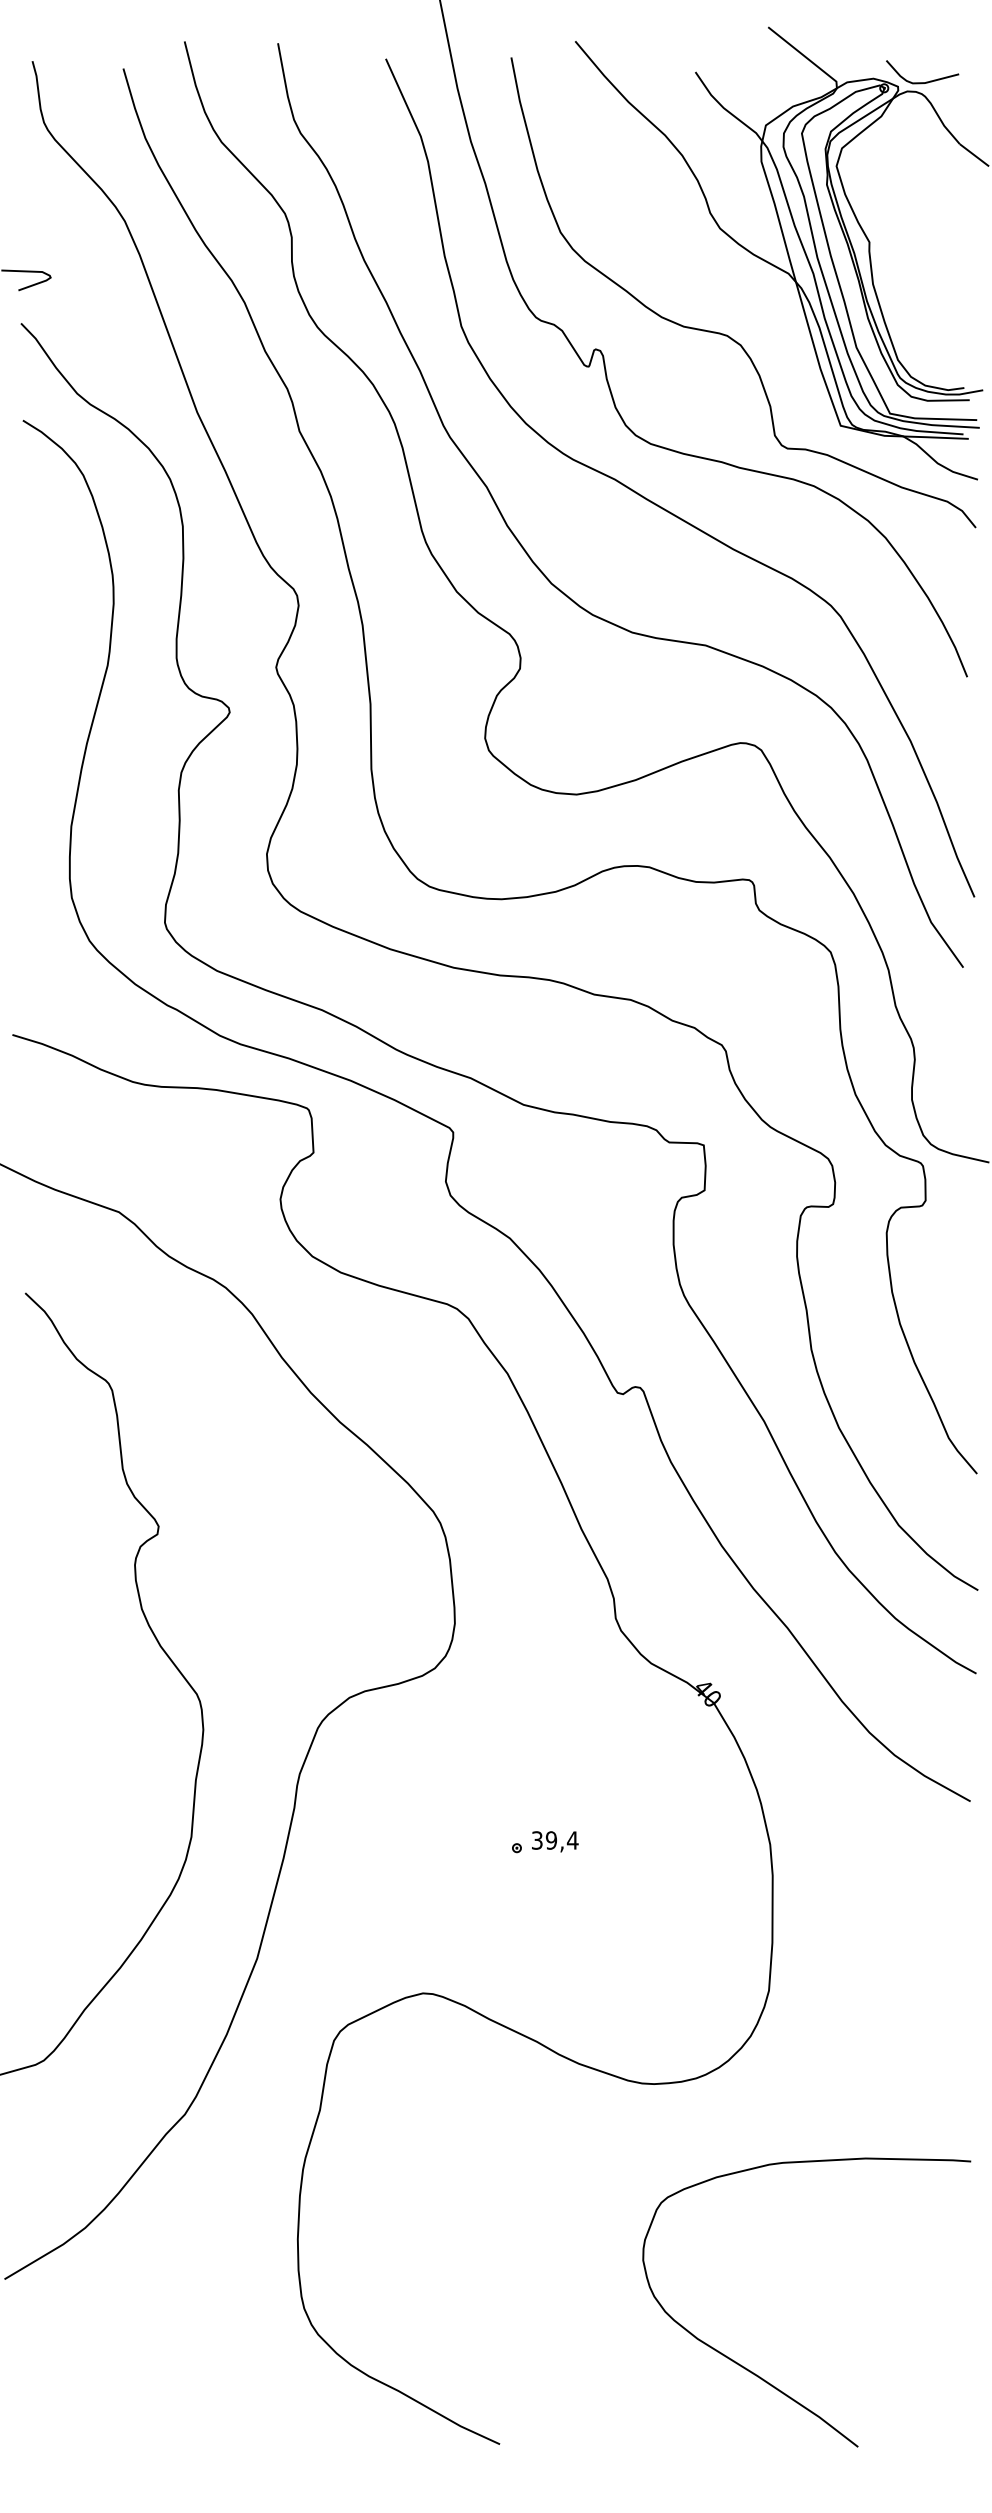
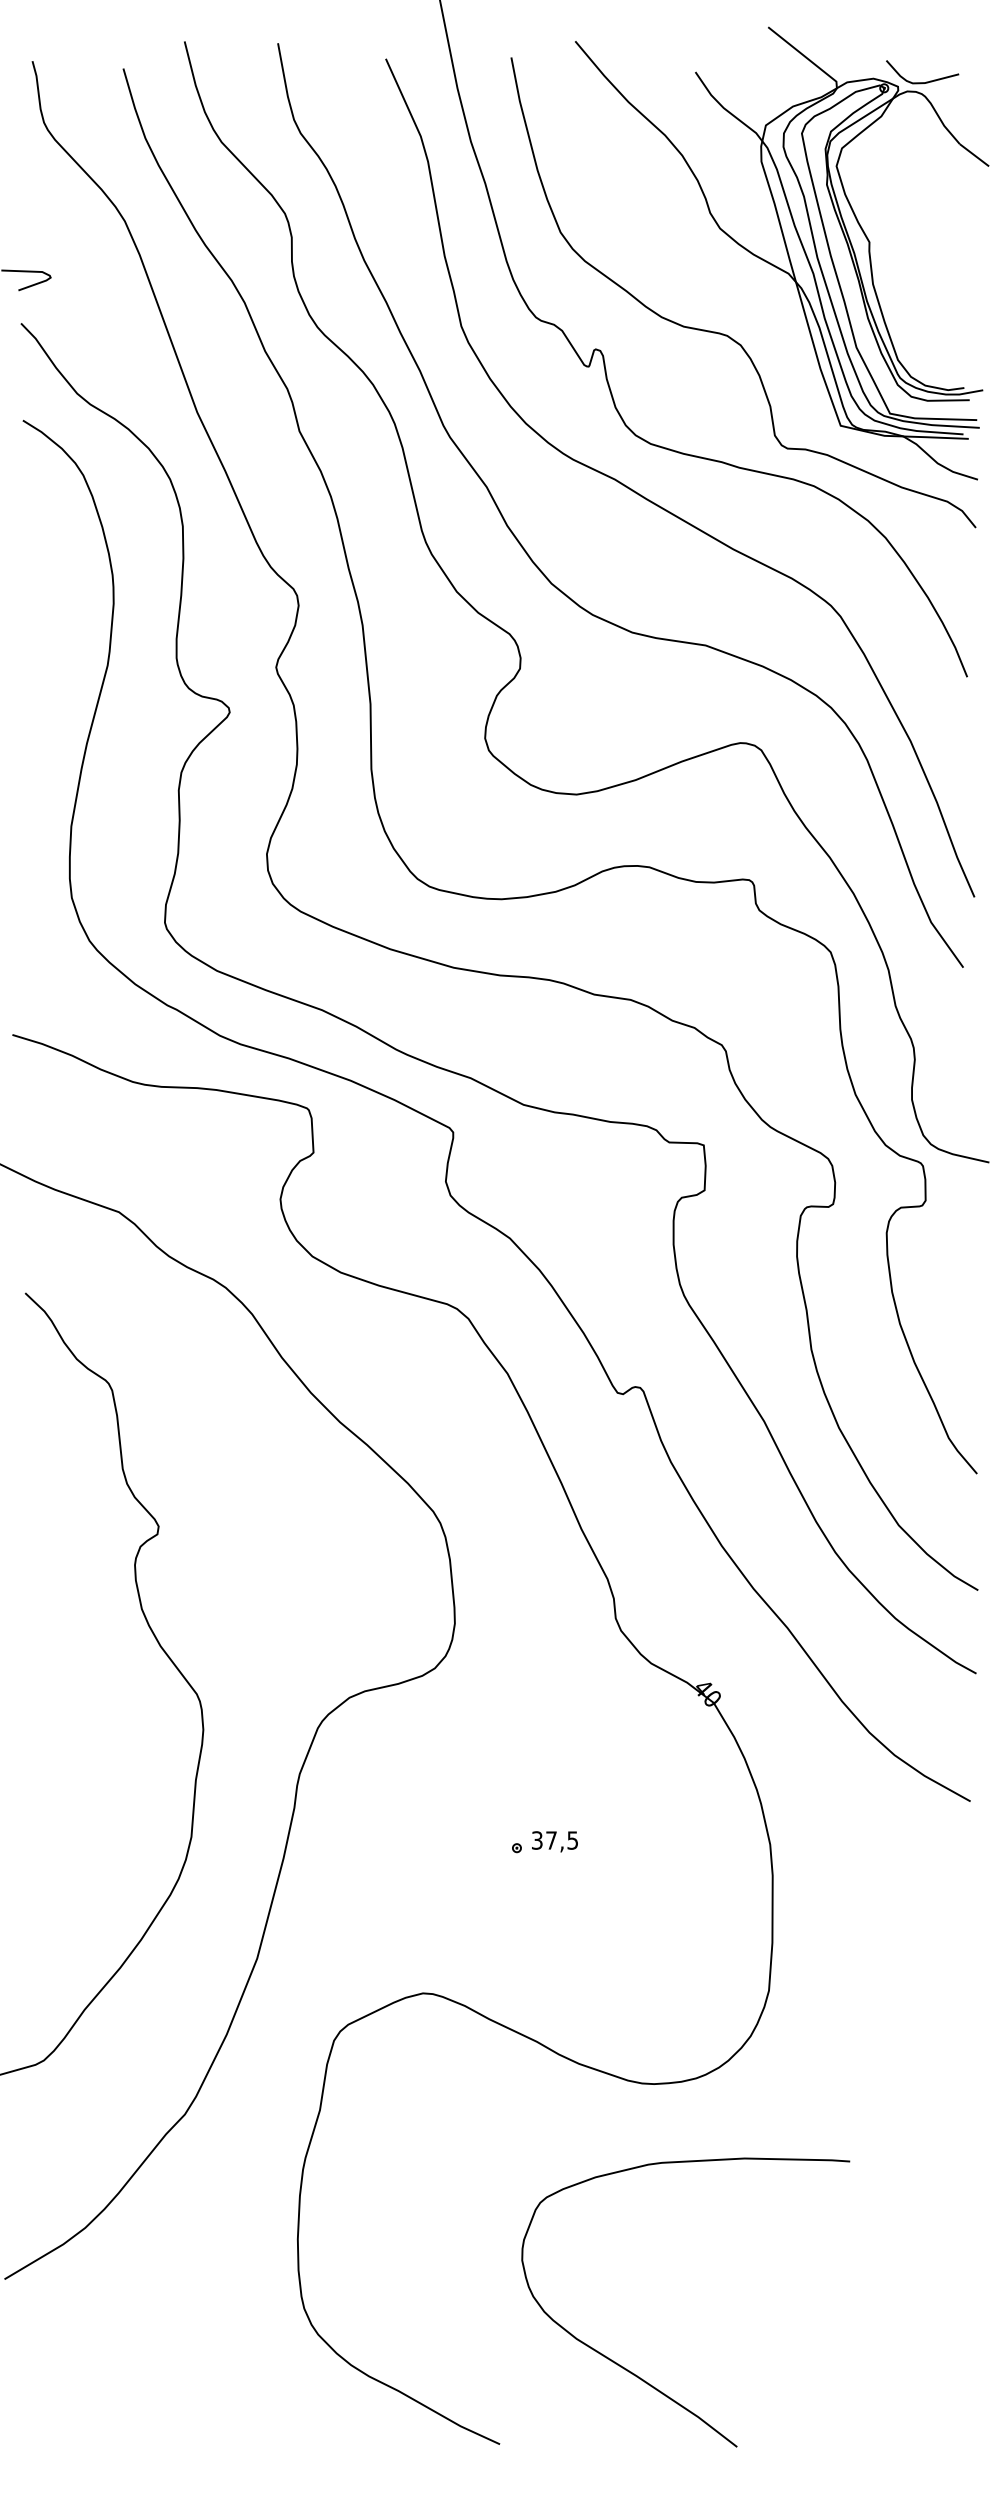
text at (561, 1840): 39,4 -> 37,5
curve at (757, 2374) position: (757, 2374) -> (636, 2374)
